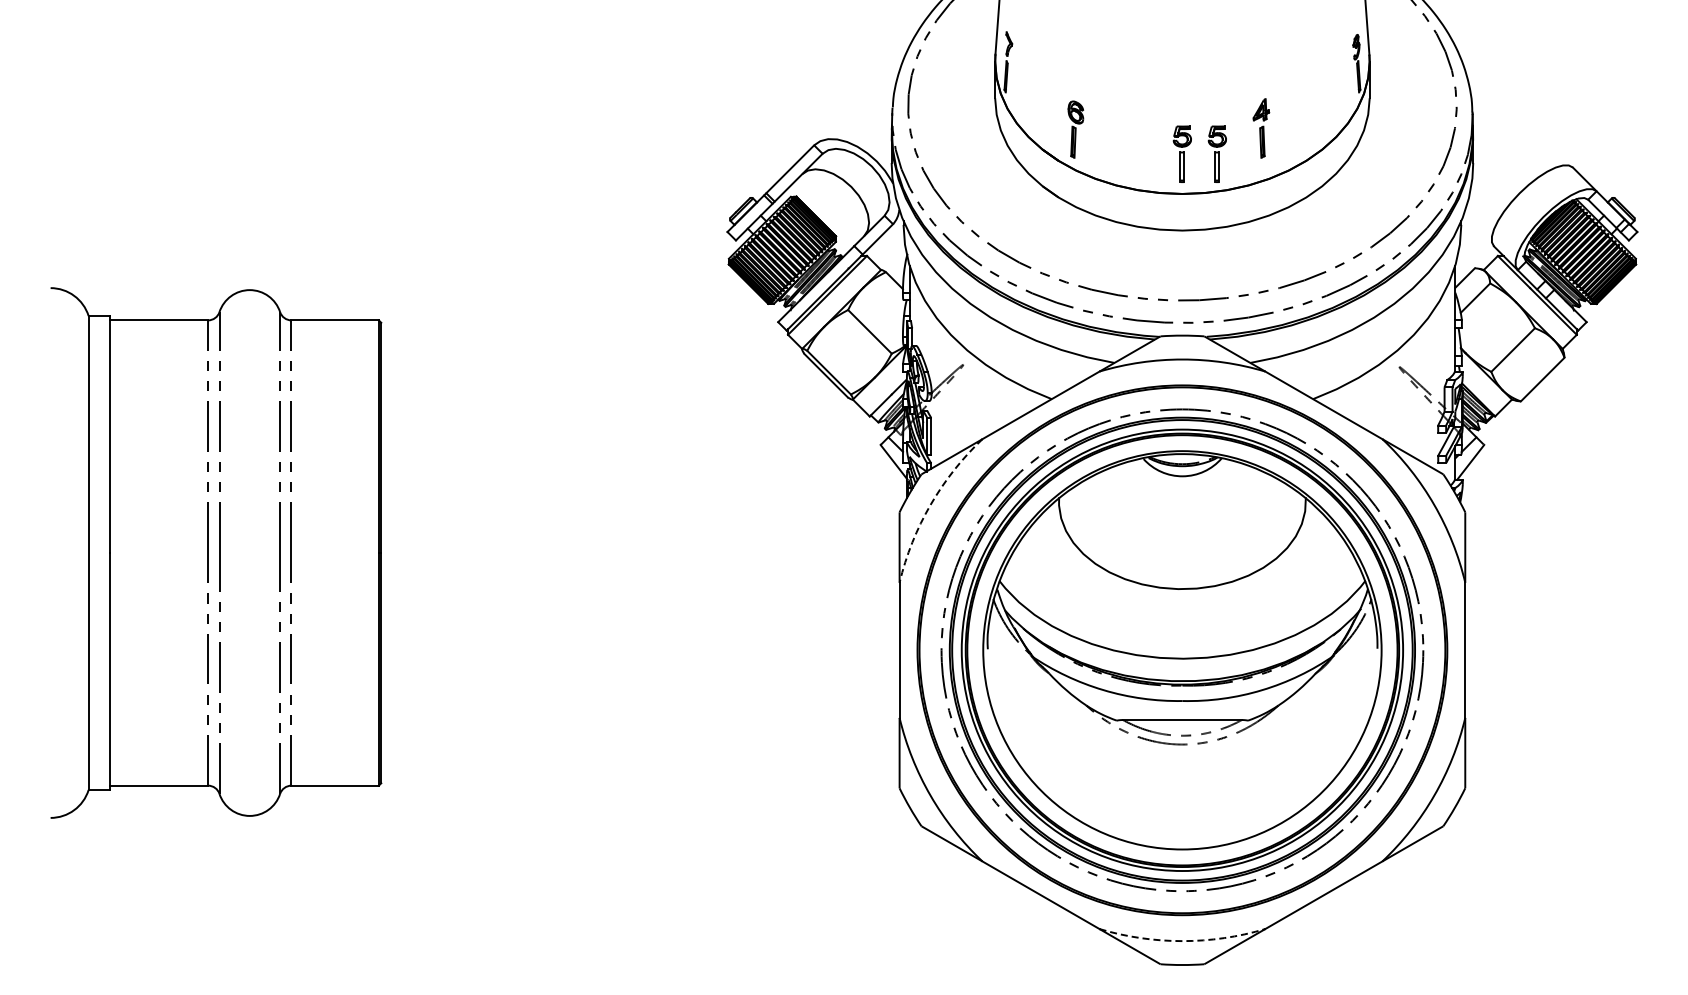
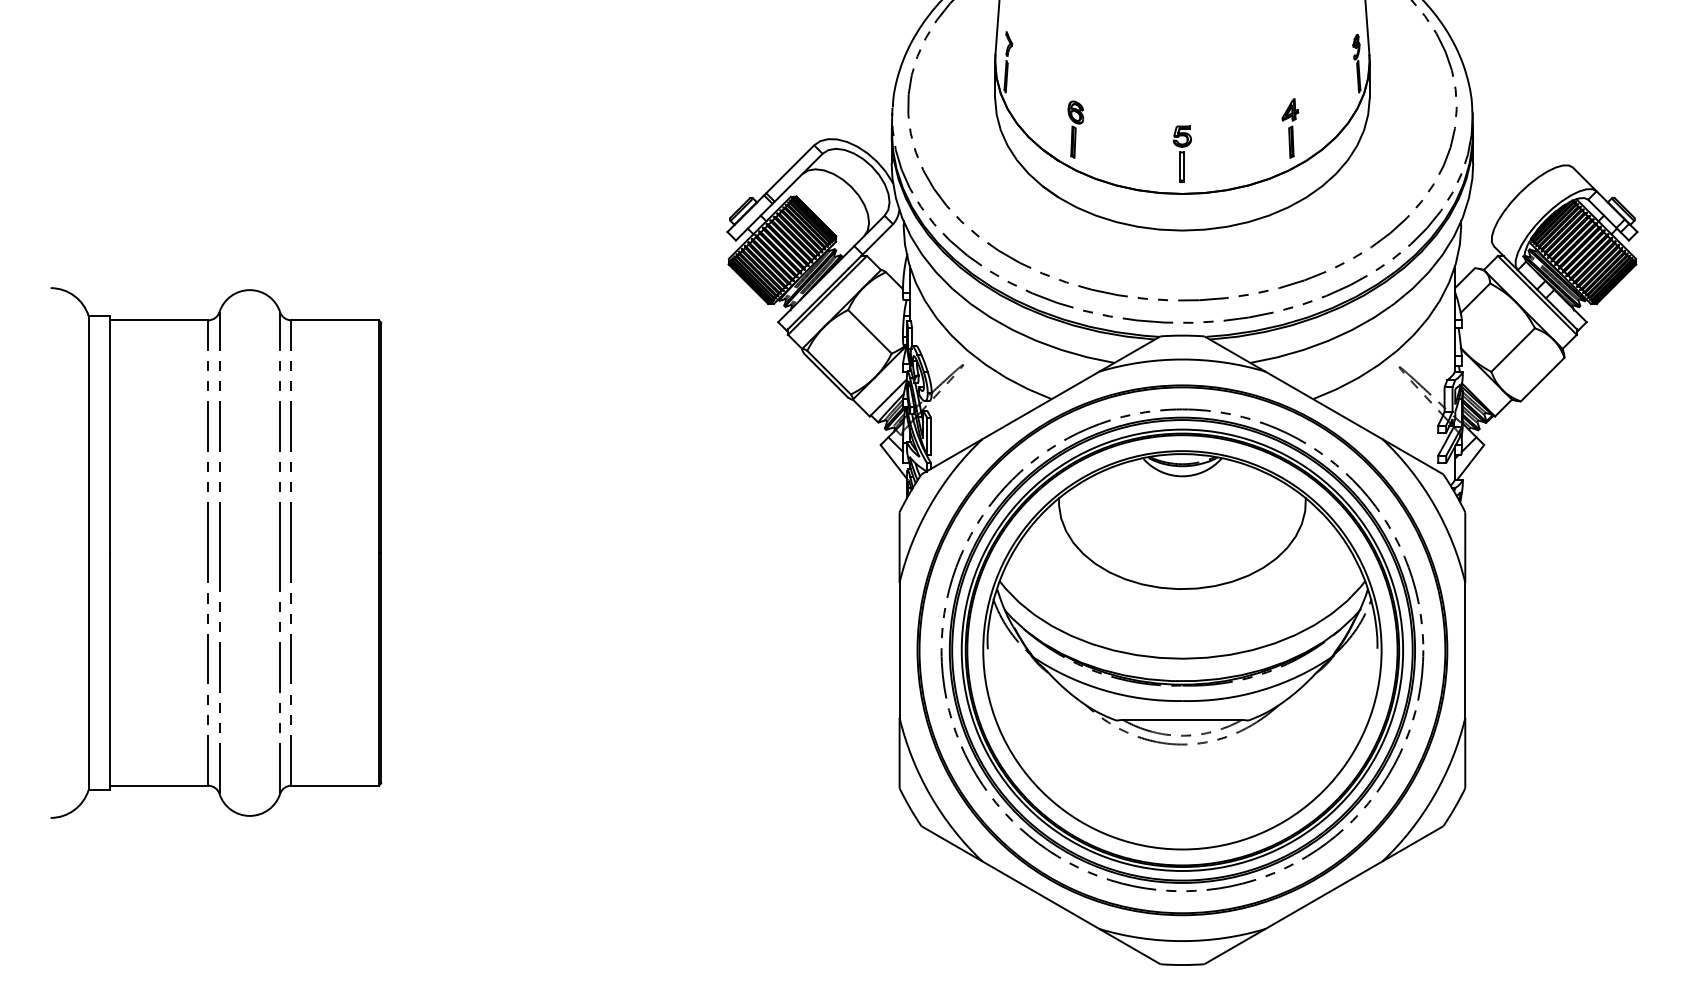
part at (1261, 128) position: (1261, 128) -> (1290, 128)
part at (1216, 153): present -> none
arc at (930, 504): dashed -> solid
arc at (1182, 941): dashed -> solid
